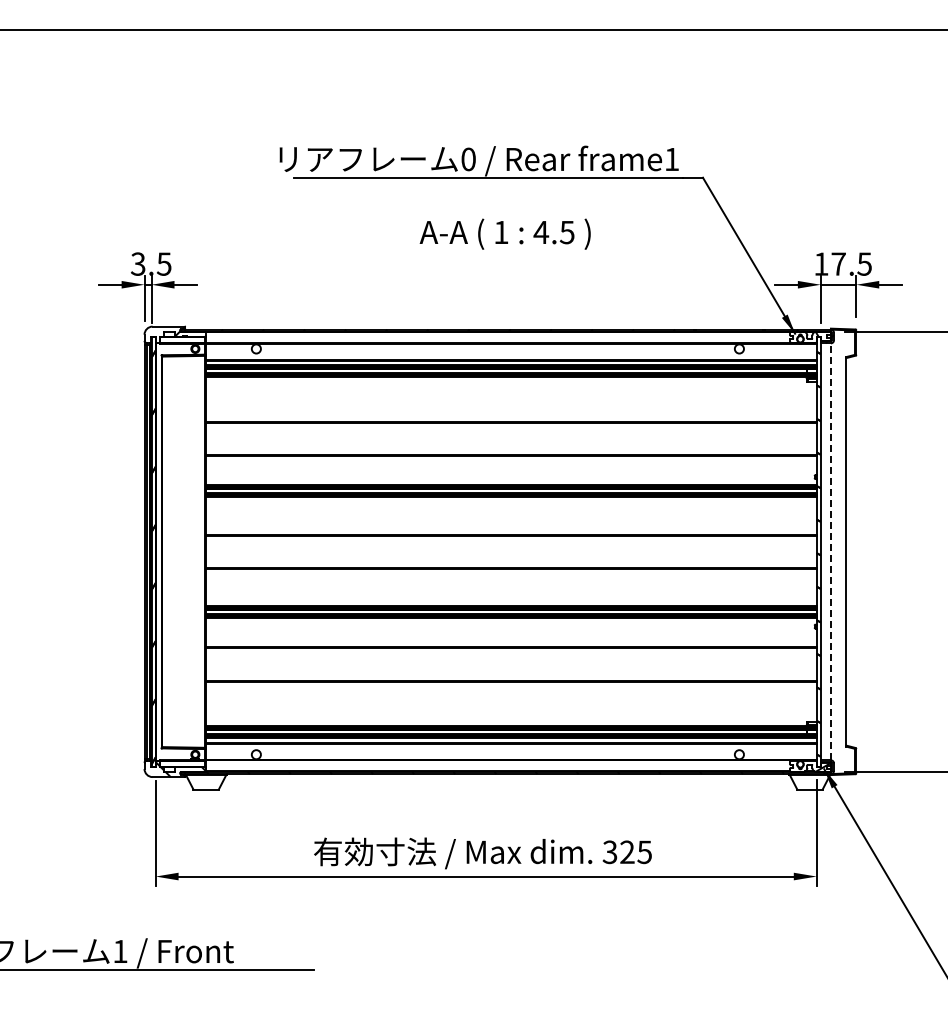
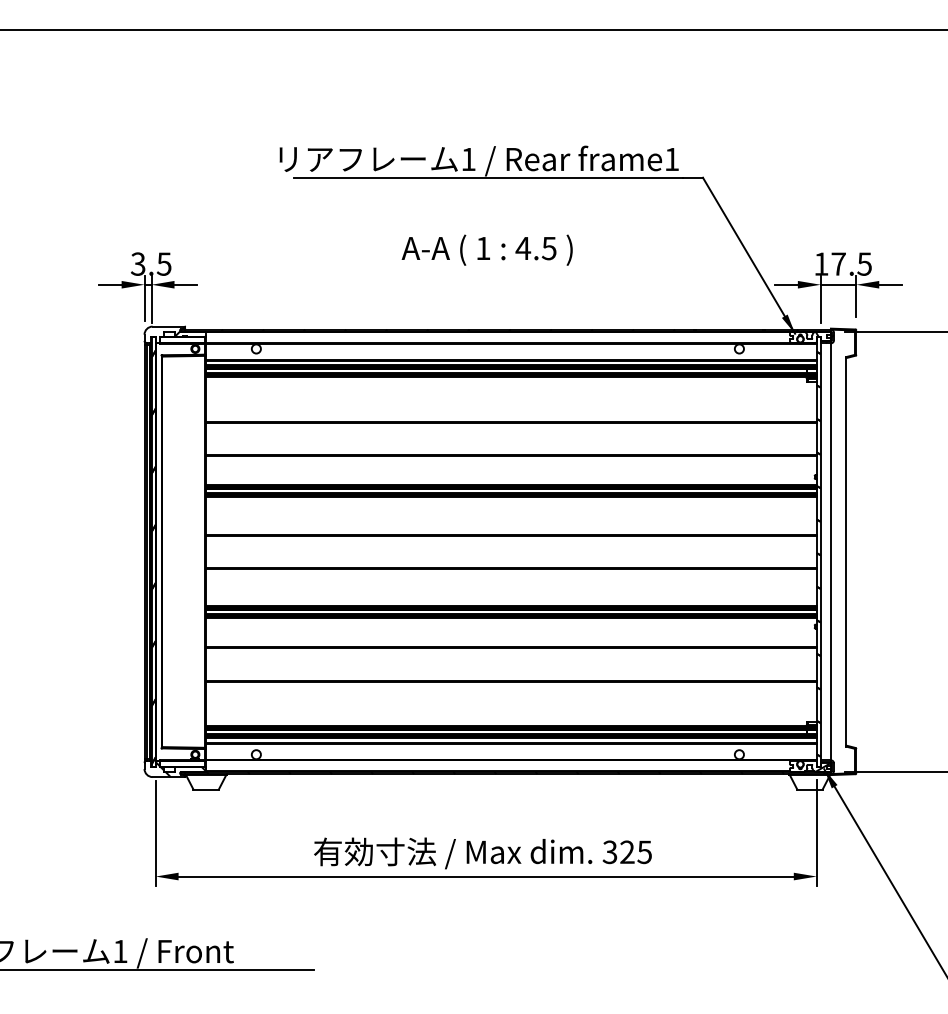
text at (468, 159): 0 -> 1
text at (504, 233) position: (504, 233) -> (486, 249)
line at (830, 551): dashed -> solid
